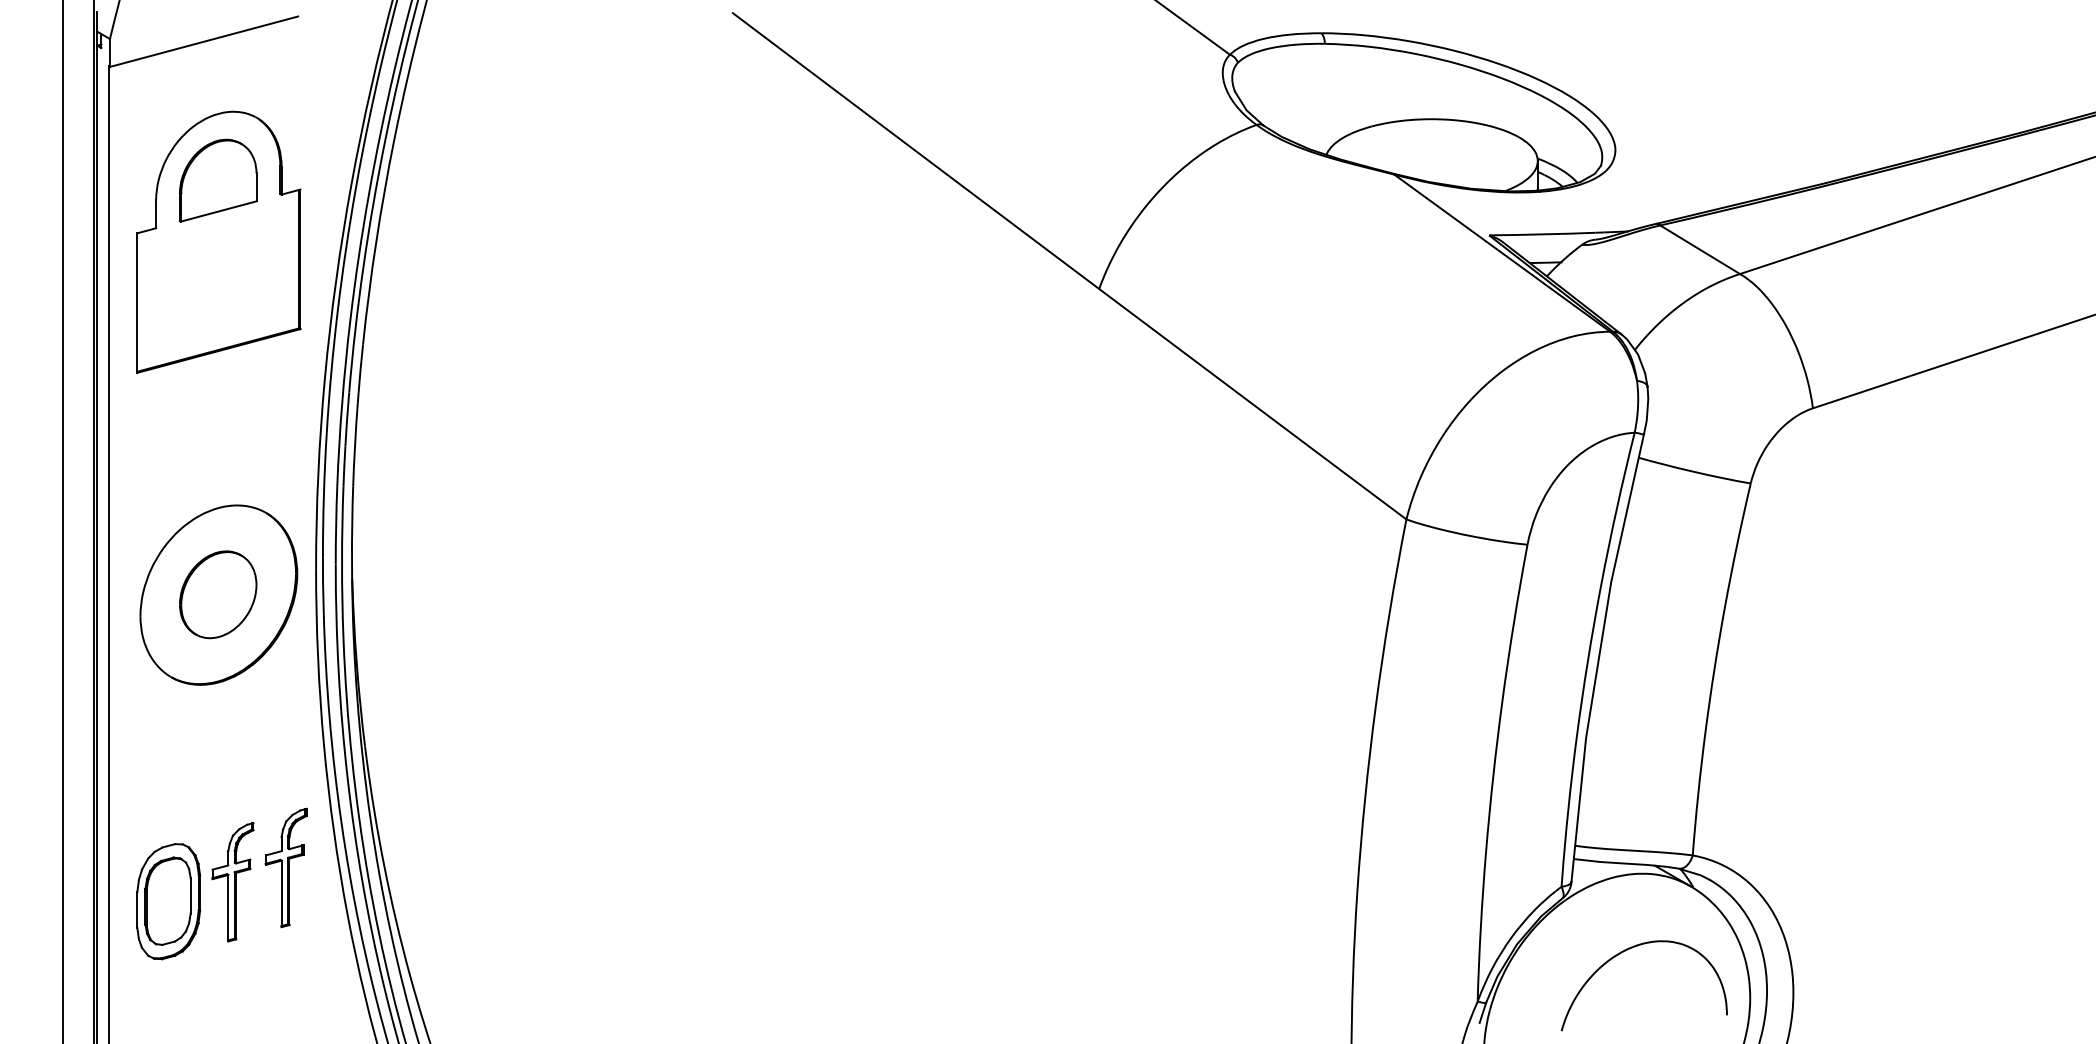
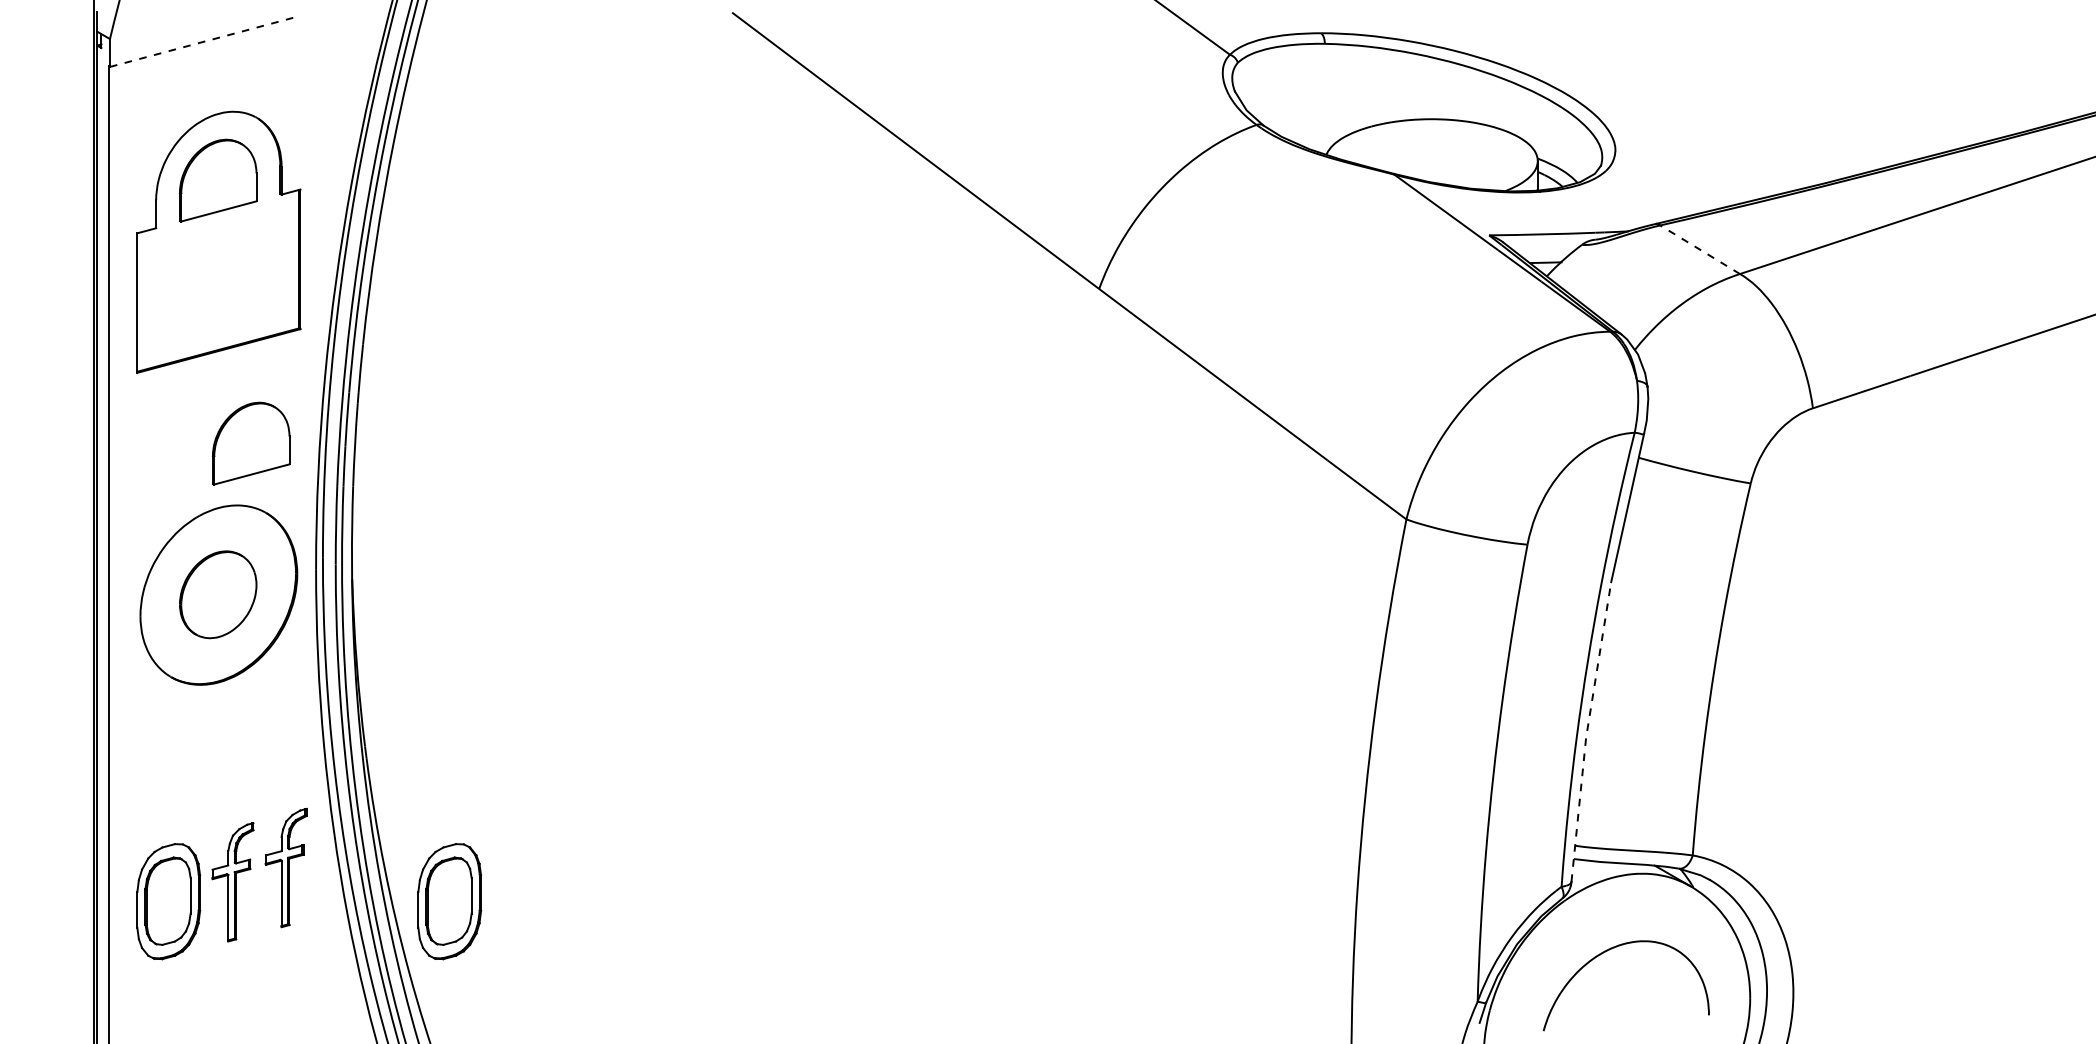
line at (204, 41): solid -> dashed
line at (1700, 249): solid -> dashed
part at (251, 443): none -> present
line at (62, 521): present -> none
line at (1587, 732): solid -> dashed
part at (449, 901): none -> present
curve at (1625, 951) position: (1625, 951) -> (1607, 951)
